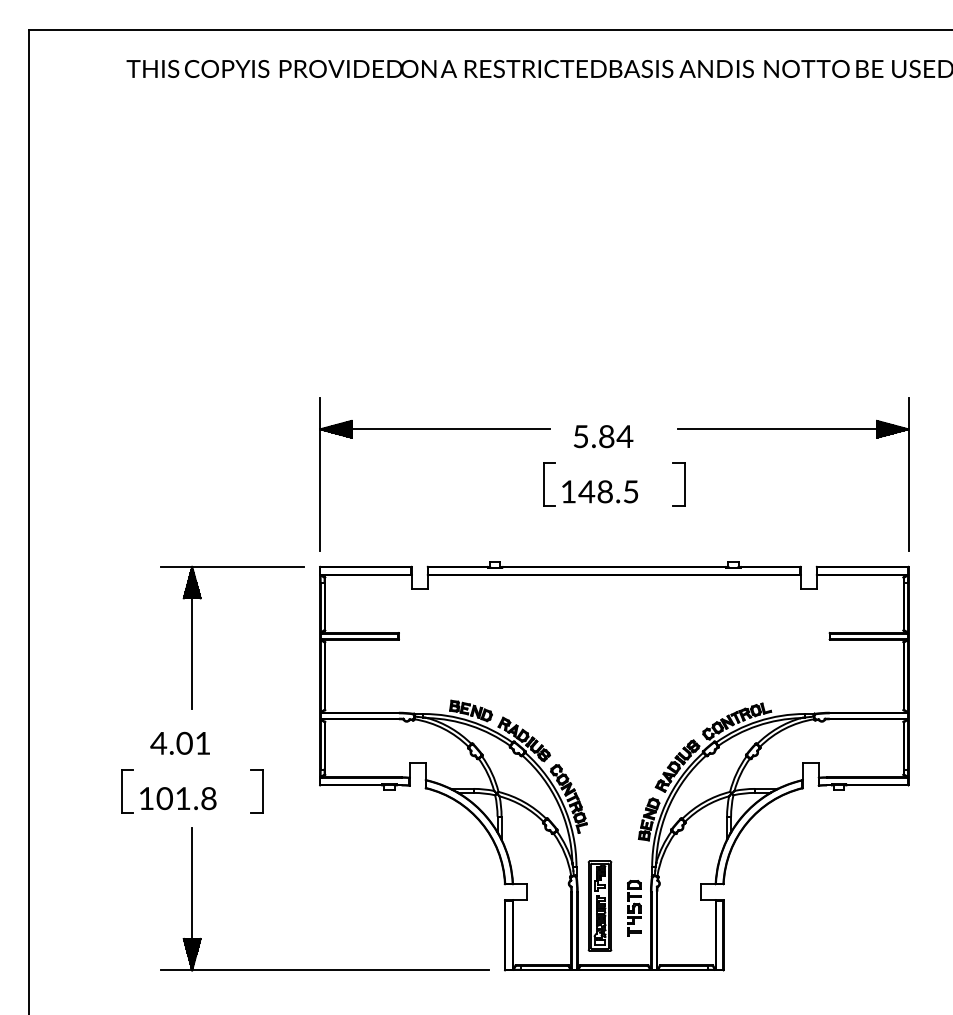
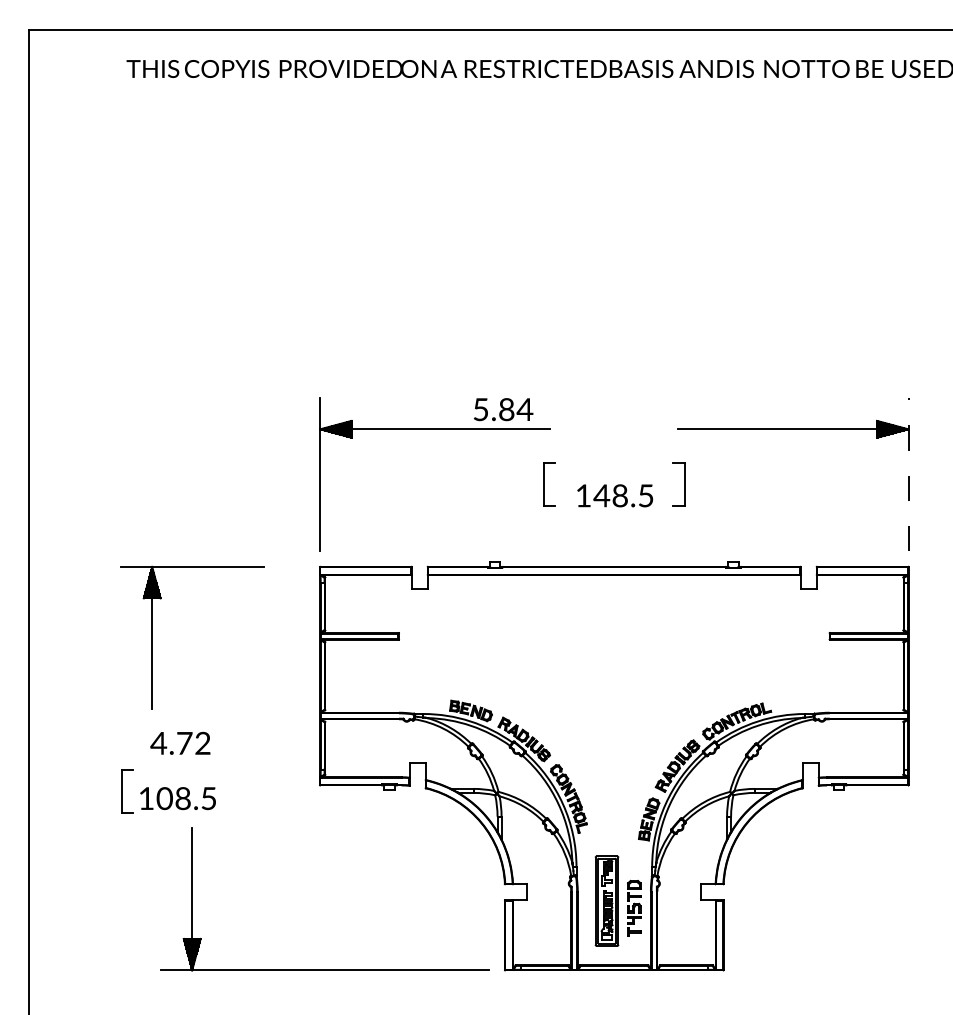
text at (603, 436) position: (603, 436) -> (503, 409)
line at (908, 474): solid -> dashed
text at (600, 491) position: (600, 491) -> (615, 495)
part at (192, 637) position: (192, 637) -> (152, 637)
text at (193, 742): 4.01 -> 4.72
part at (256, 791): present -> none
text at (195, 798): 101.8 -> 108.5
part at (599, 905) position: (599, 905) -> (606, 900)
